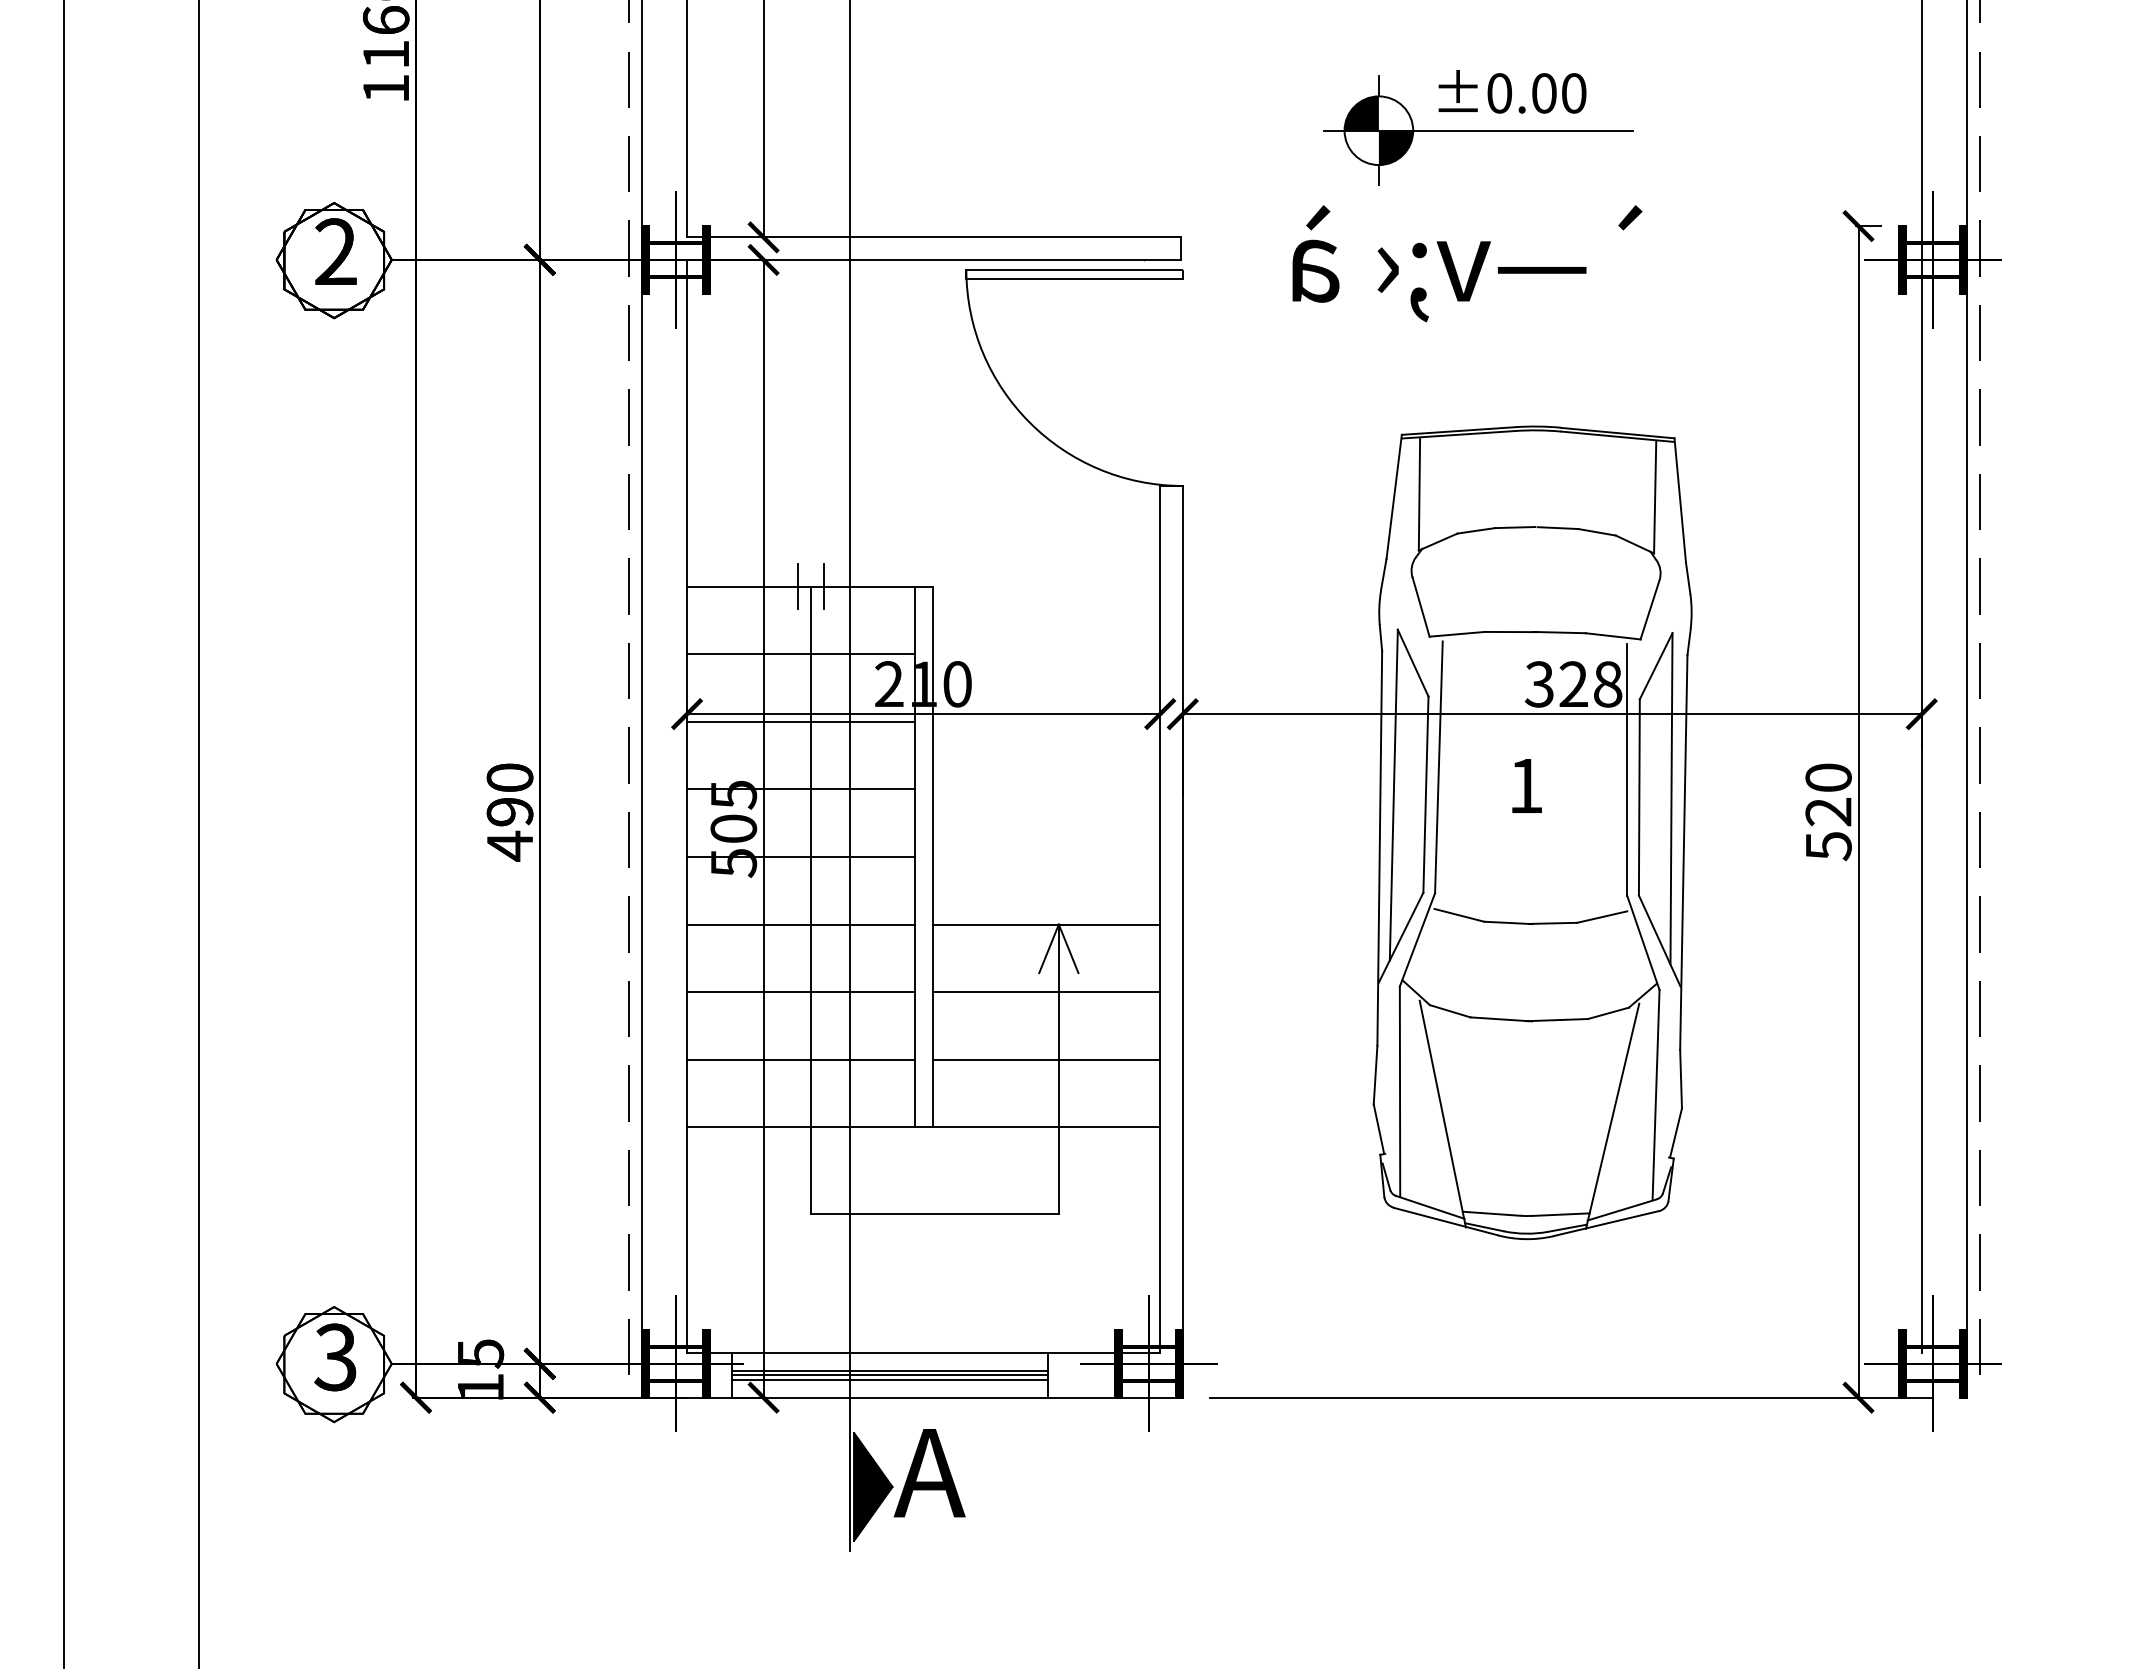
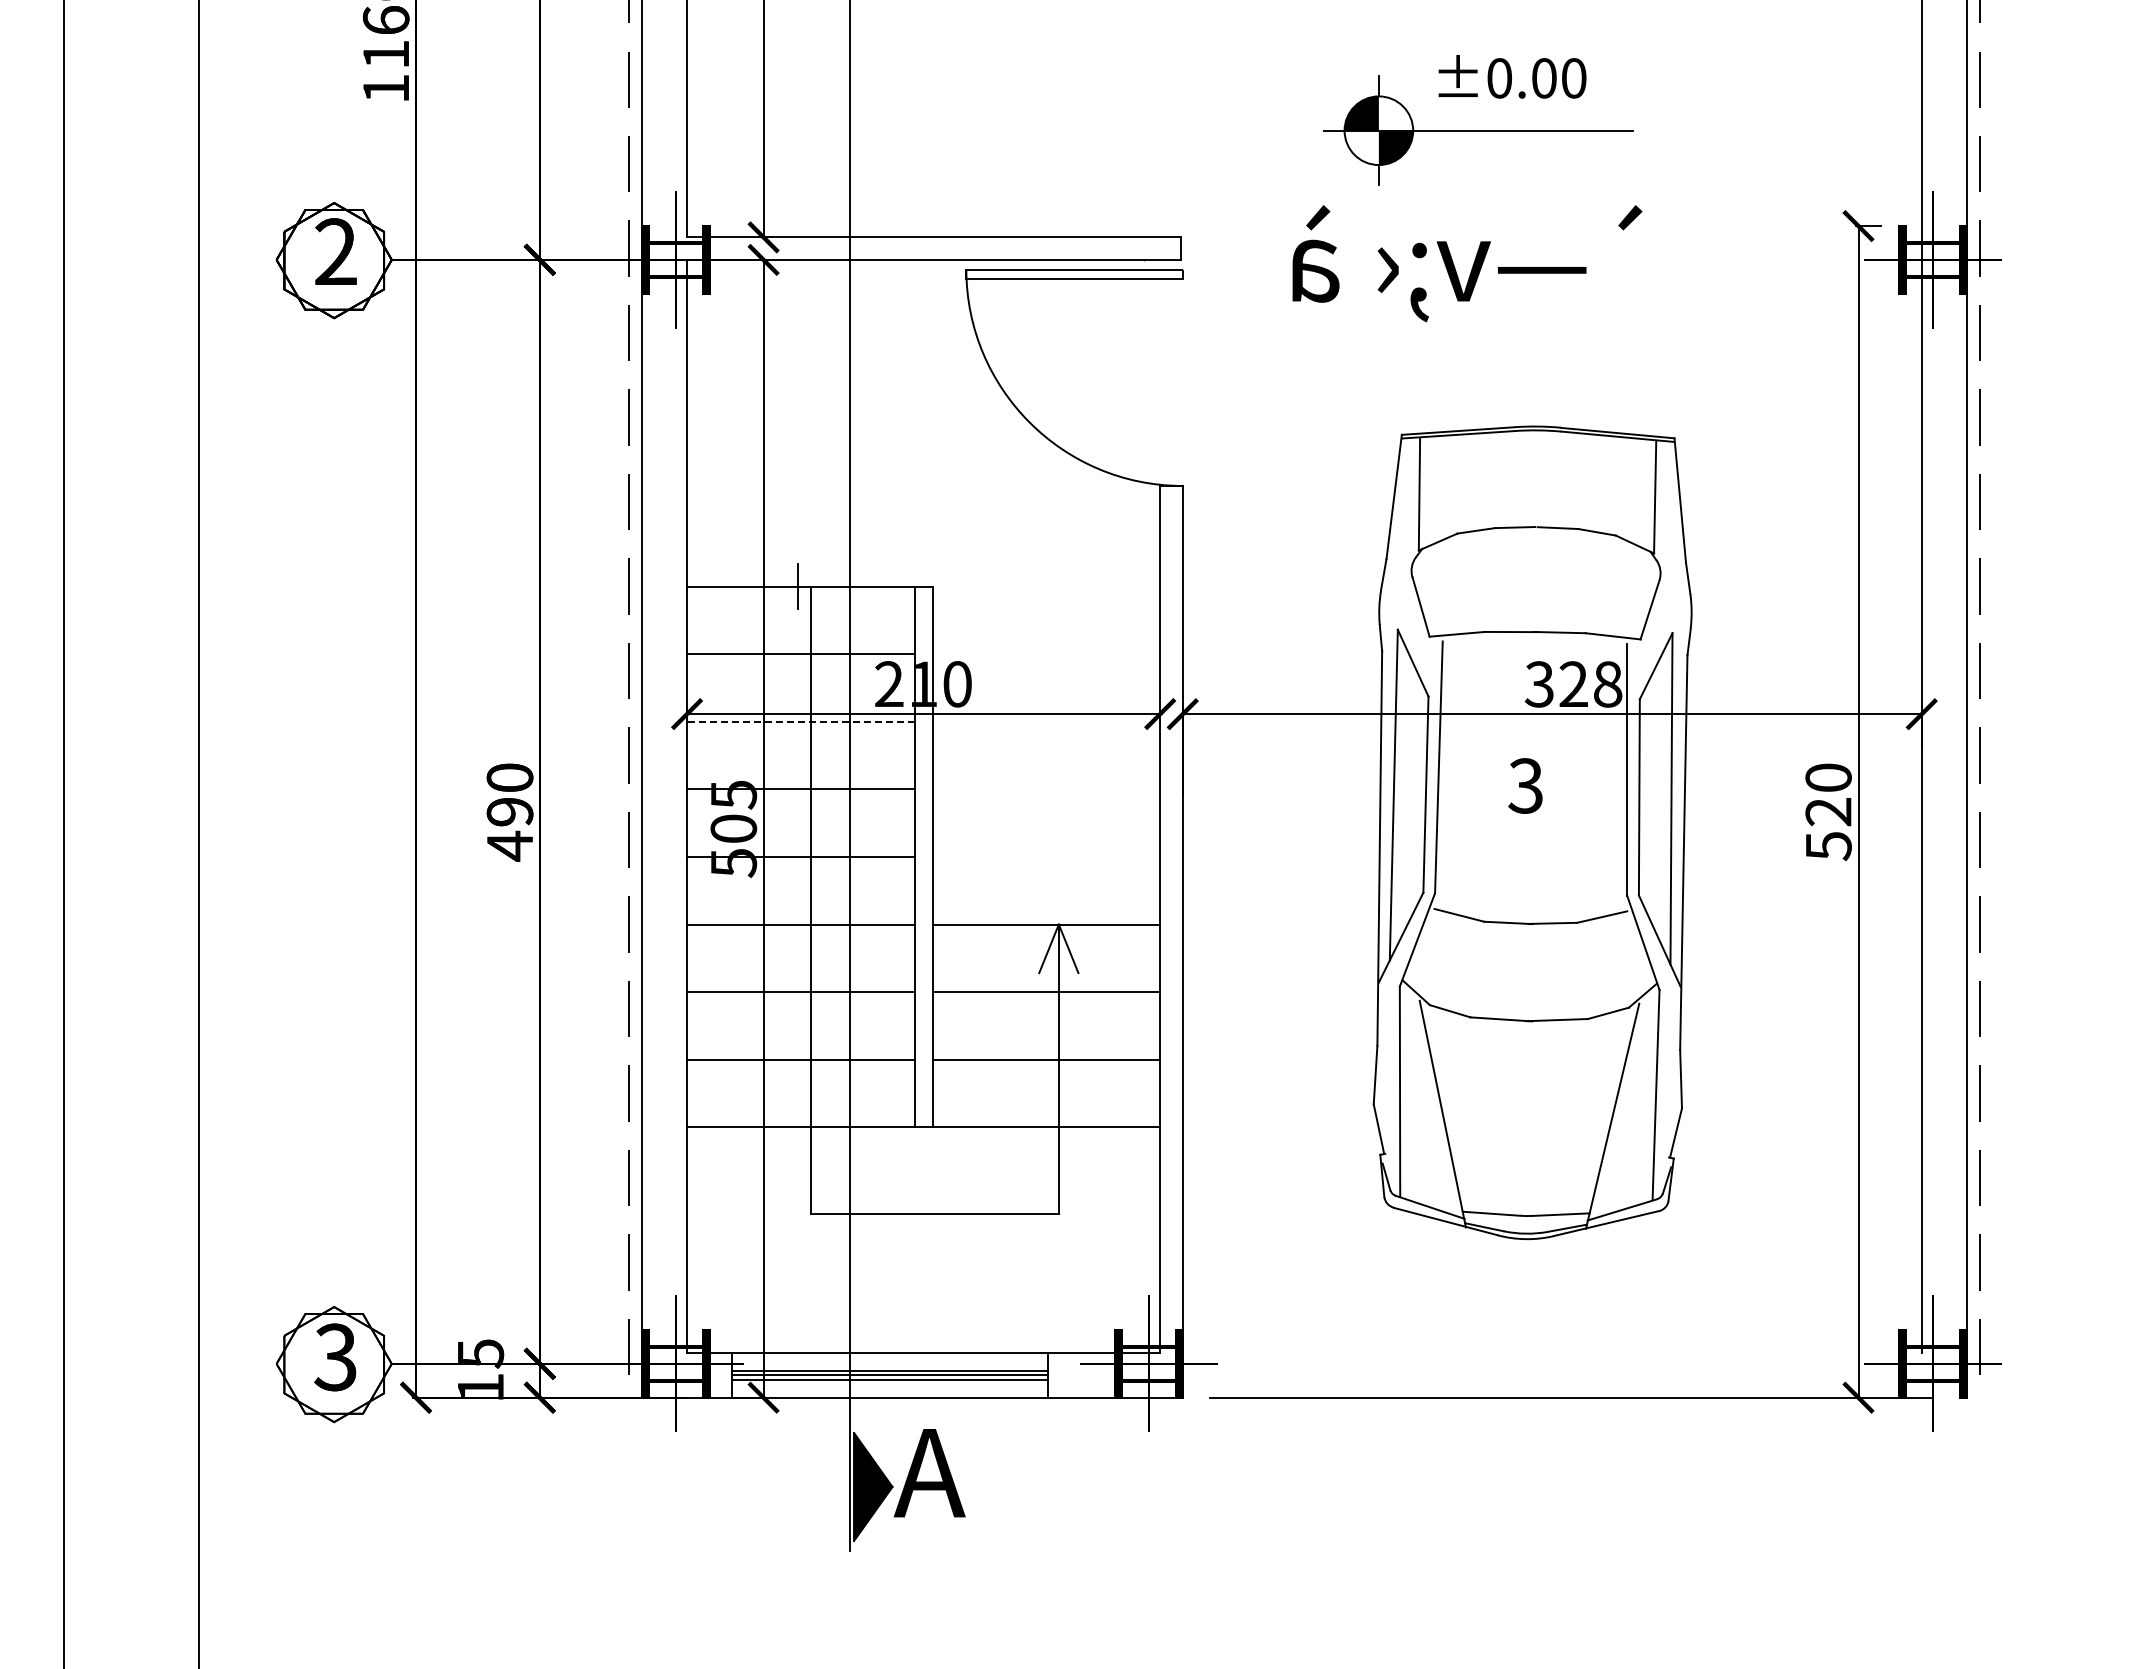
text at (1512, 91) position: (1512, 91) -> (1512, 76)
line at (823, 586): present -> none
line at (800, 721): solid -> dashed
text at (1525, 785): 1 -> 3
